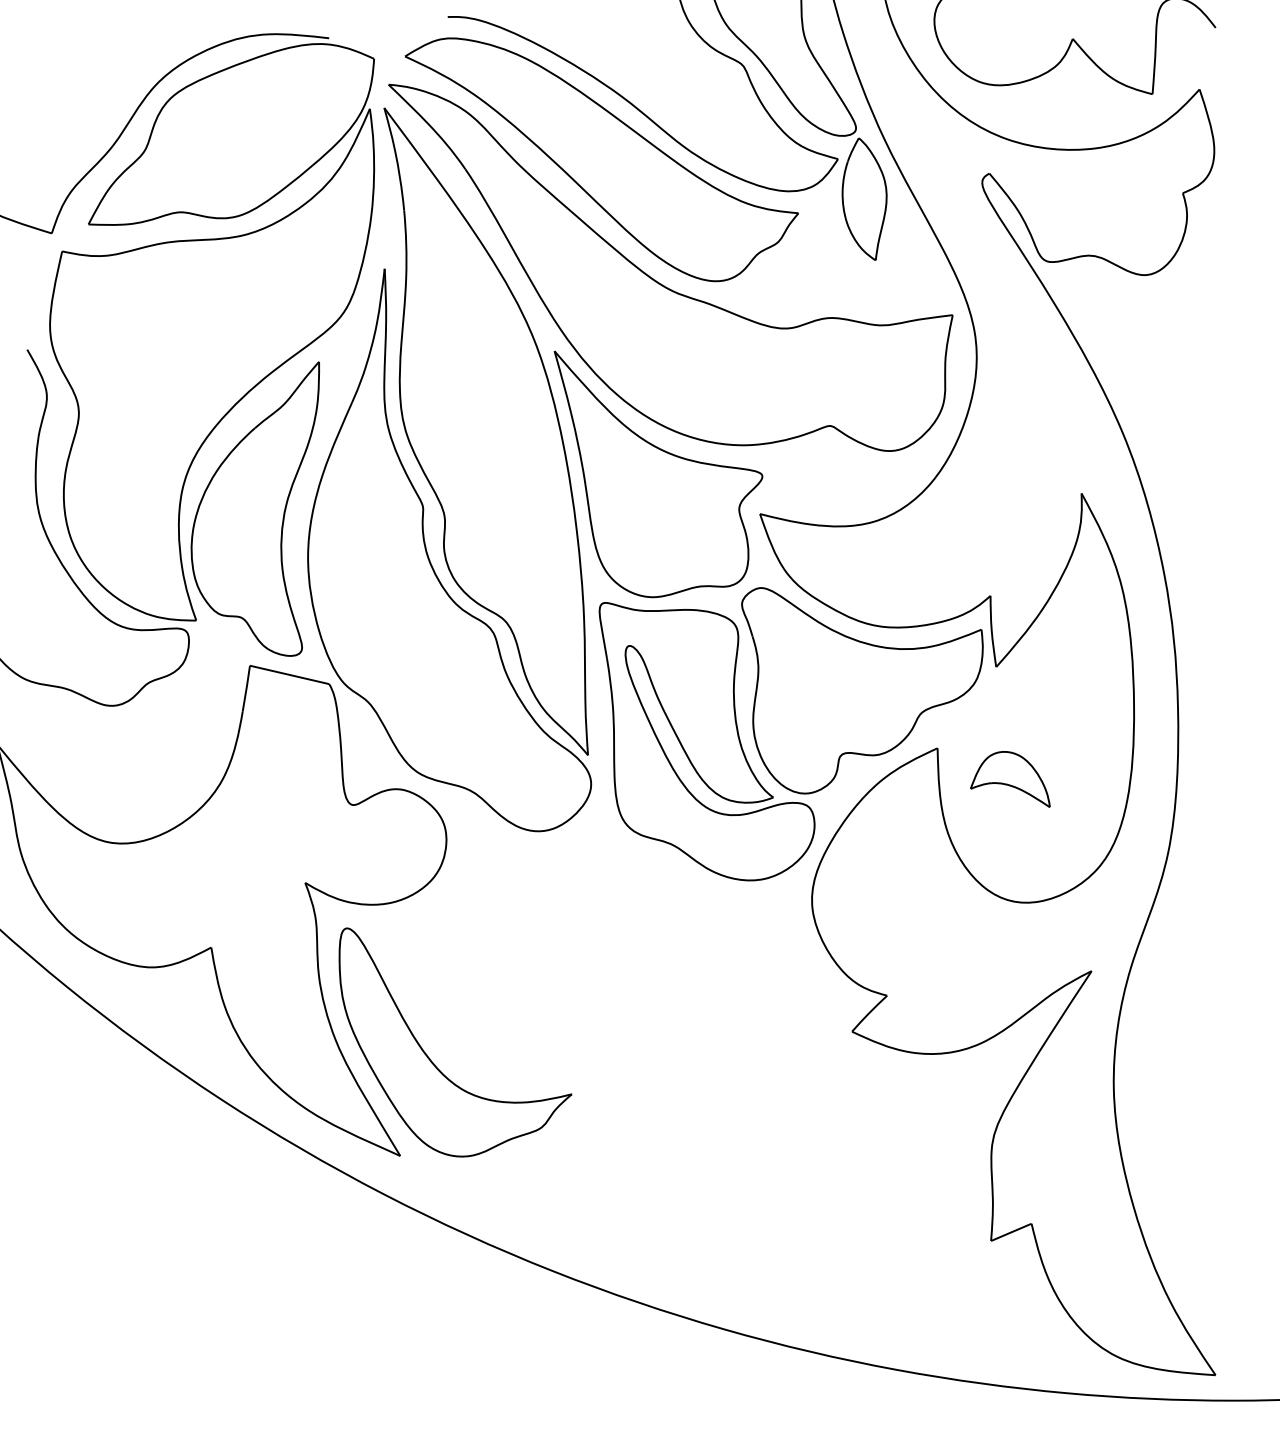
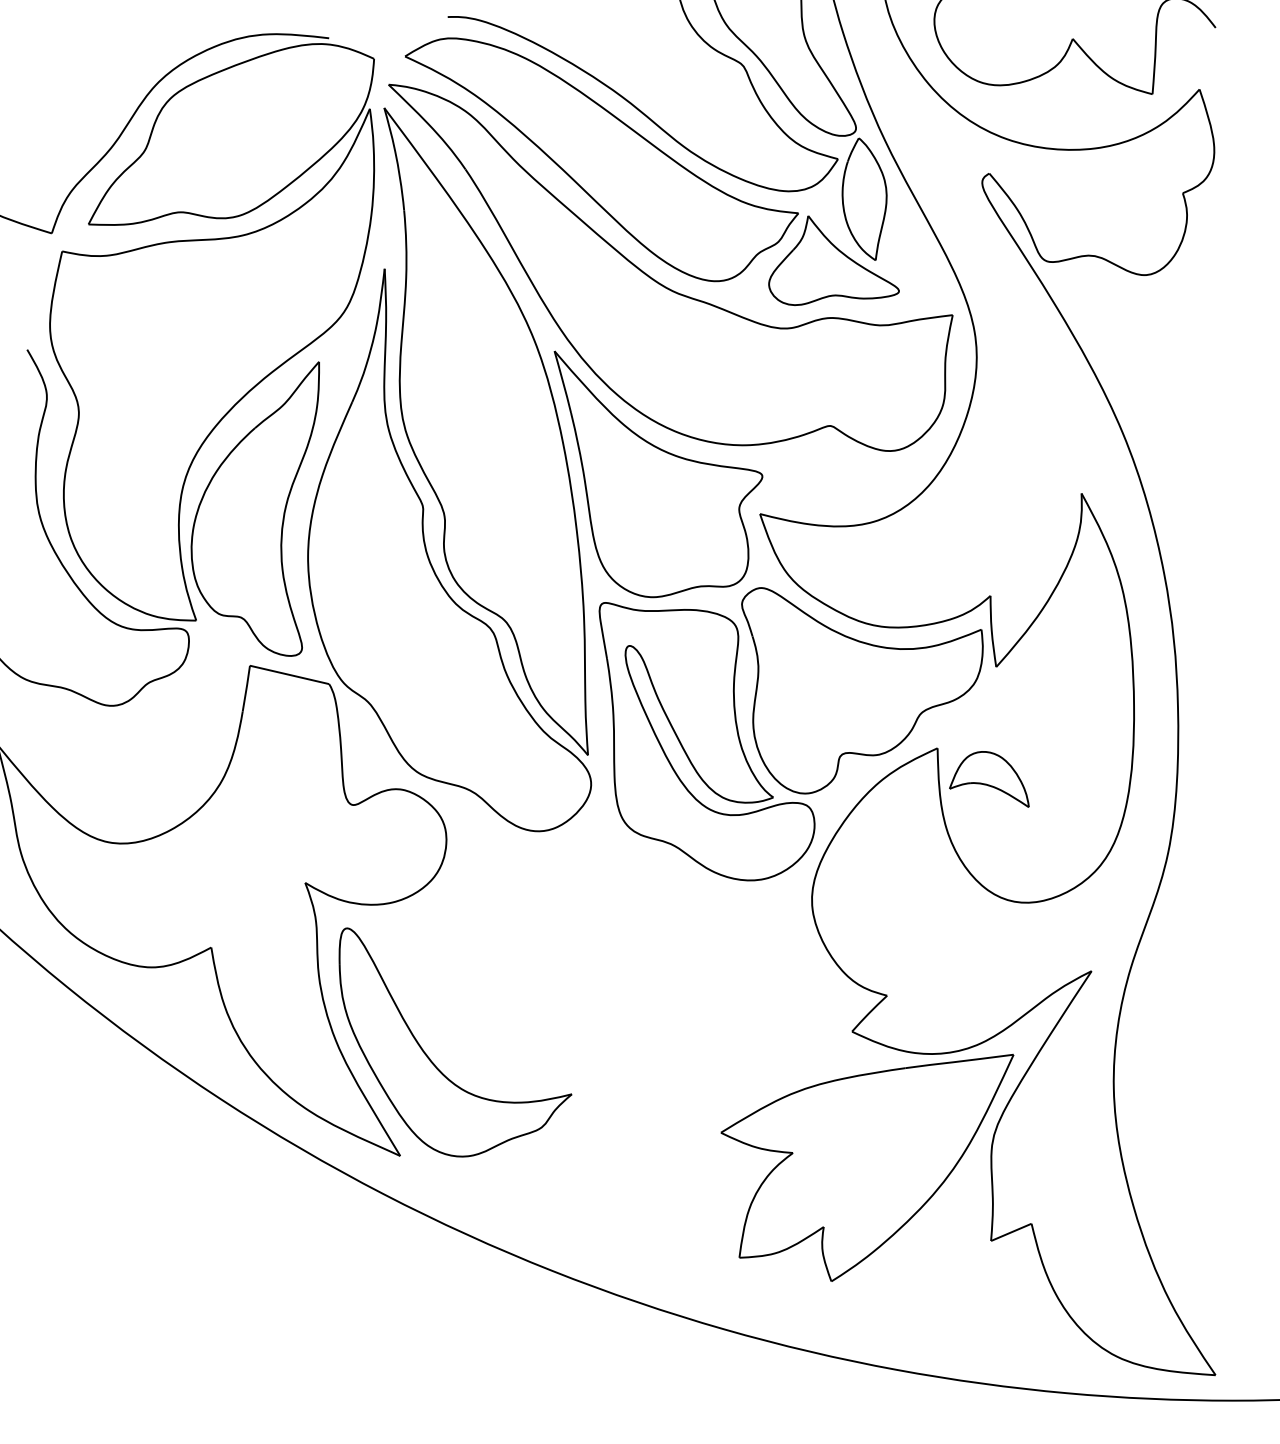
part at (833, 260): none -> present
part at (1010, 779) position: (1010, 779) -> (989, 779)
part at (867, 1167): none -> present
